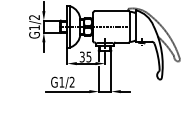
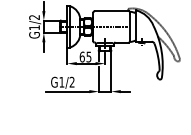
text at (81, 56): 35 -> 65
